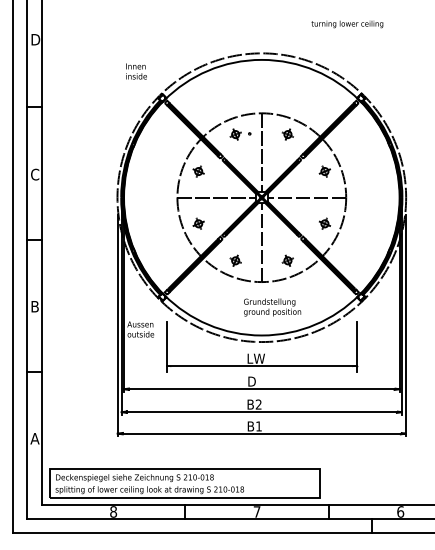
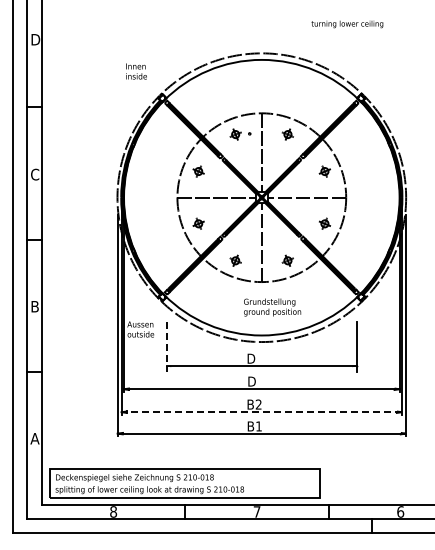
line at (166, 347): solid -> dashed
text at (256, 358): LW -> D
line at (261, 412): solid -> dashed
